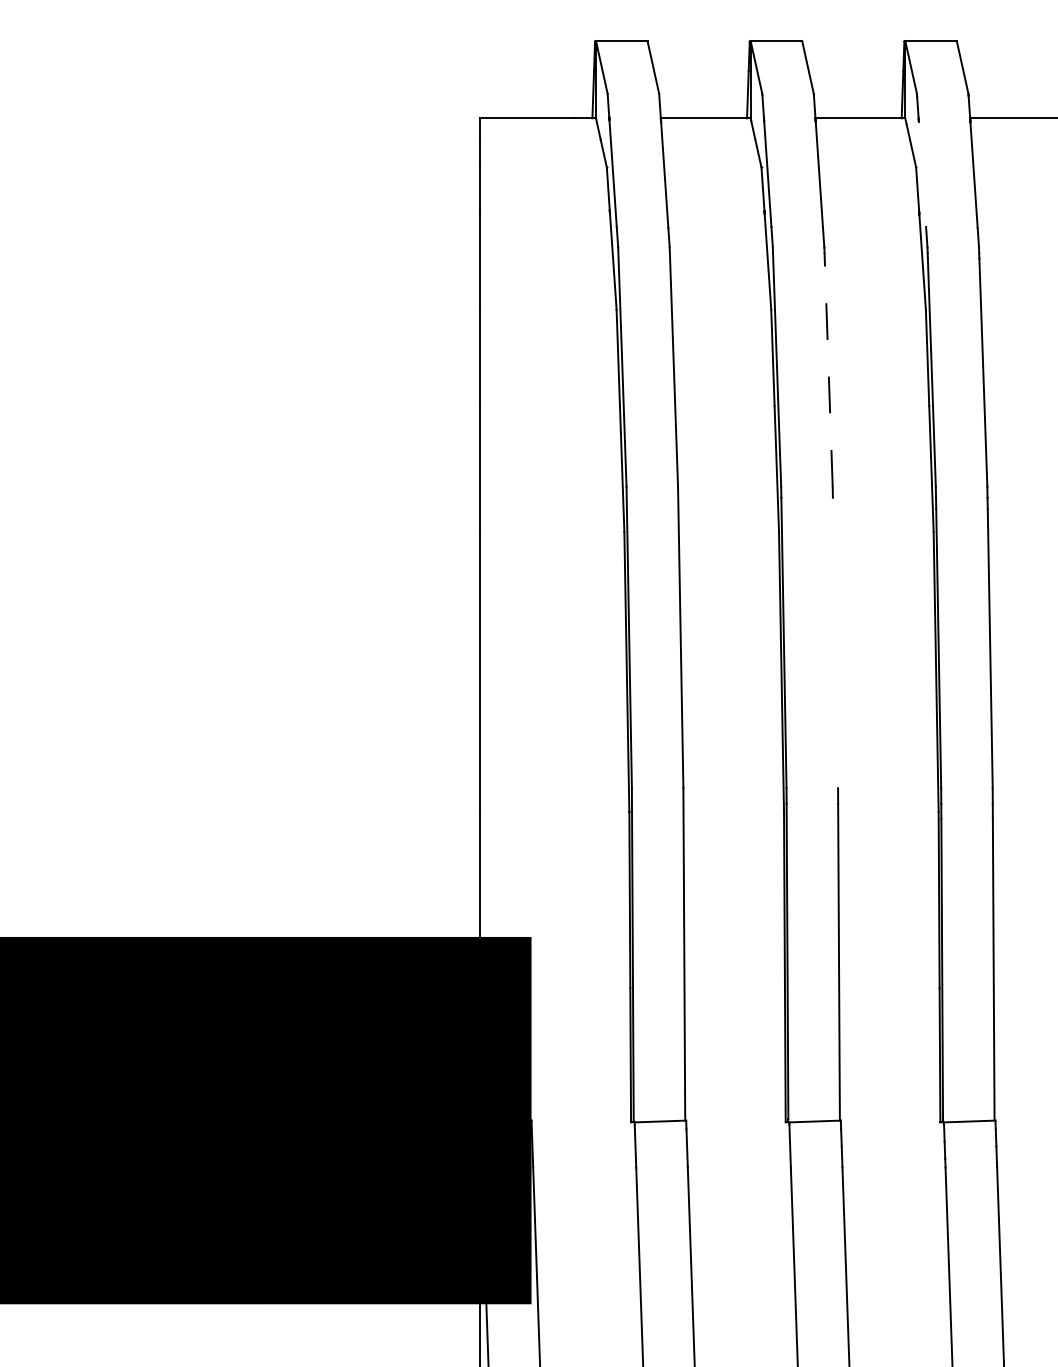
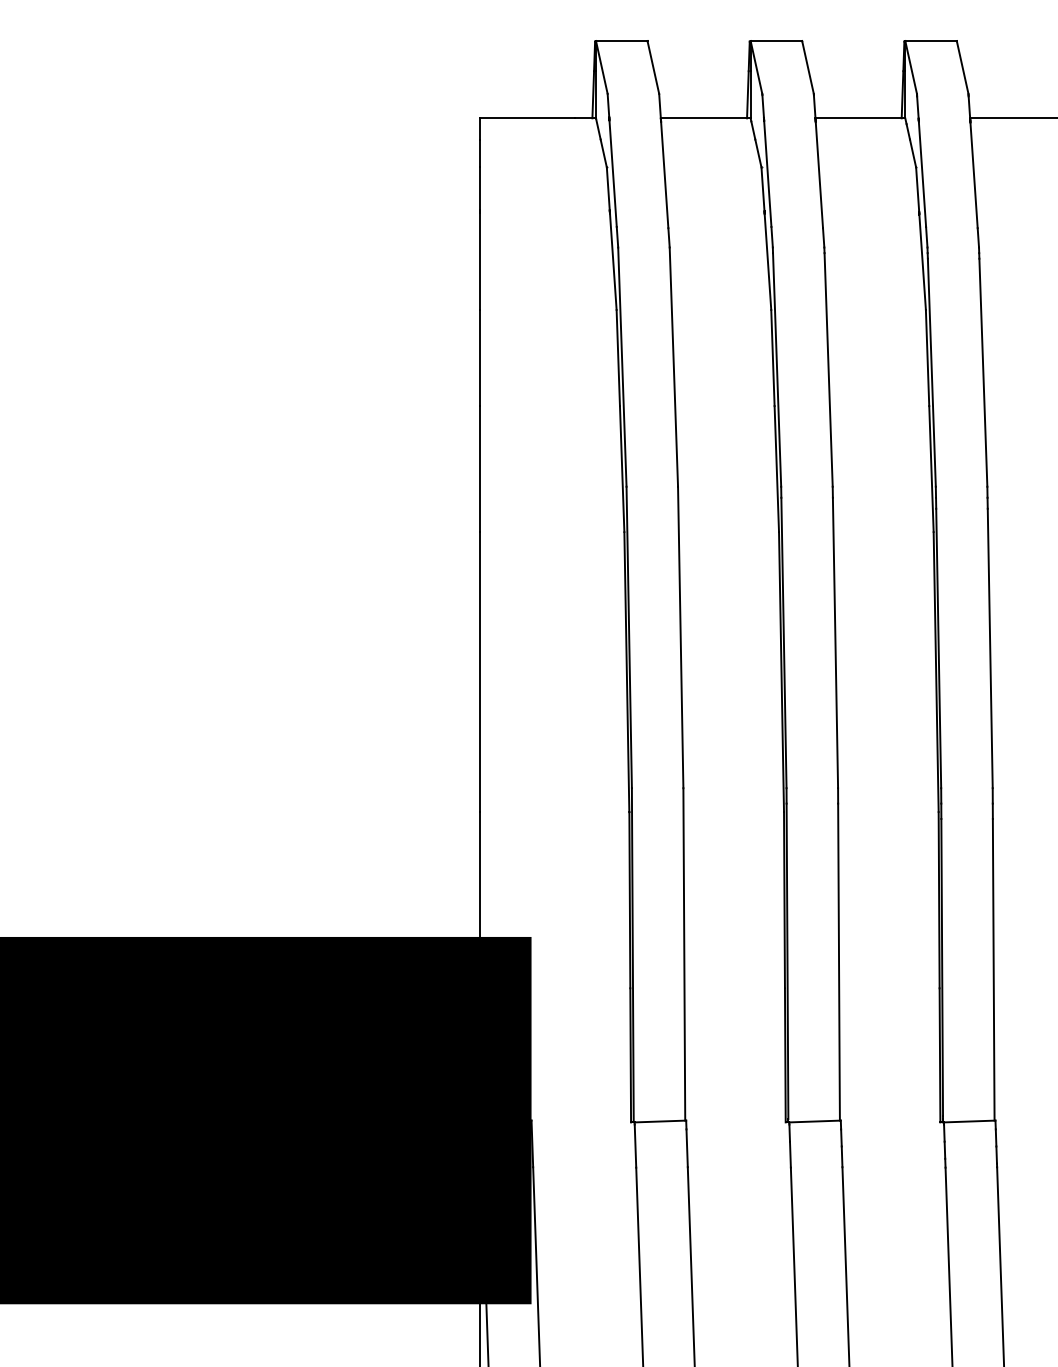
line at (922, 173): none -> present
line at (828, 369): dashed -> solid
line at (835, 642): none -> present
